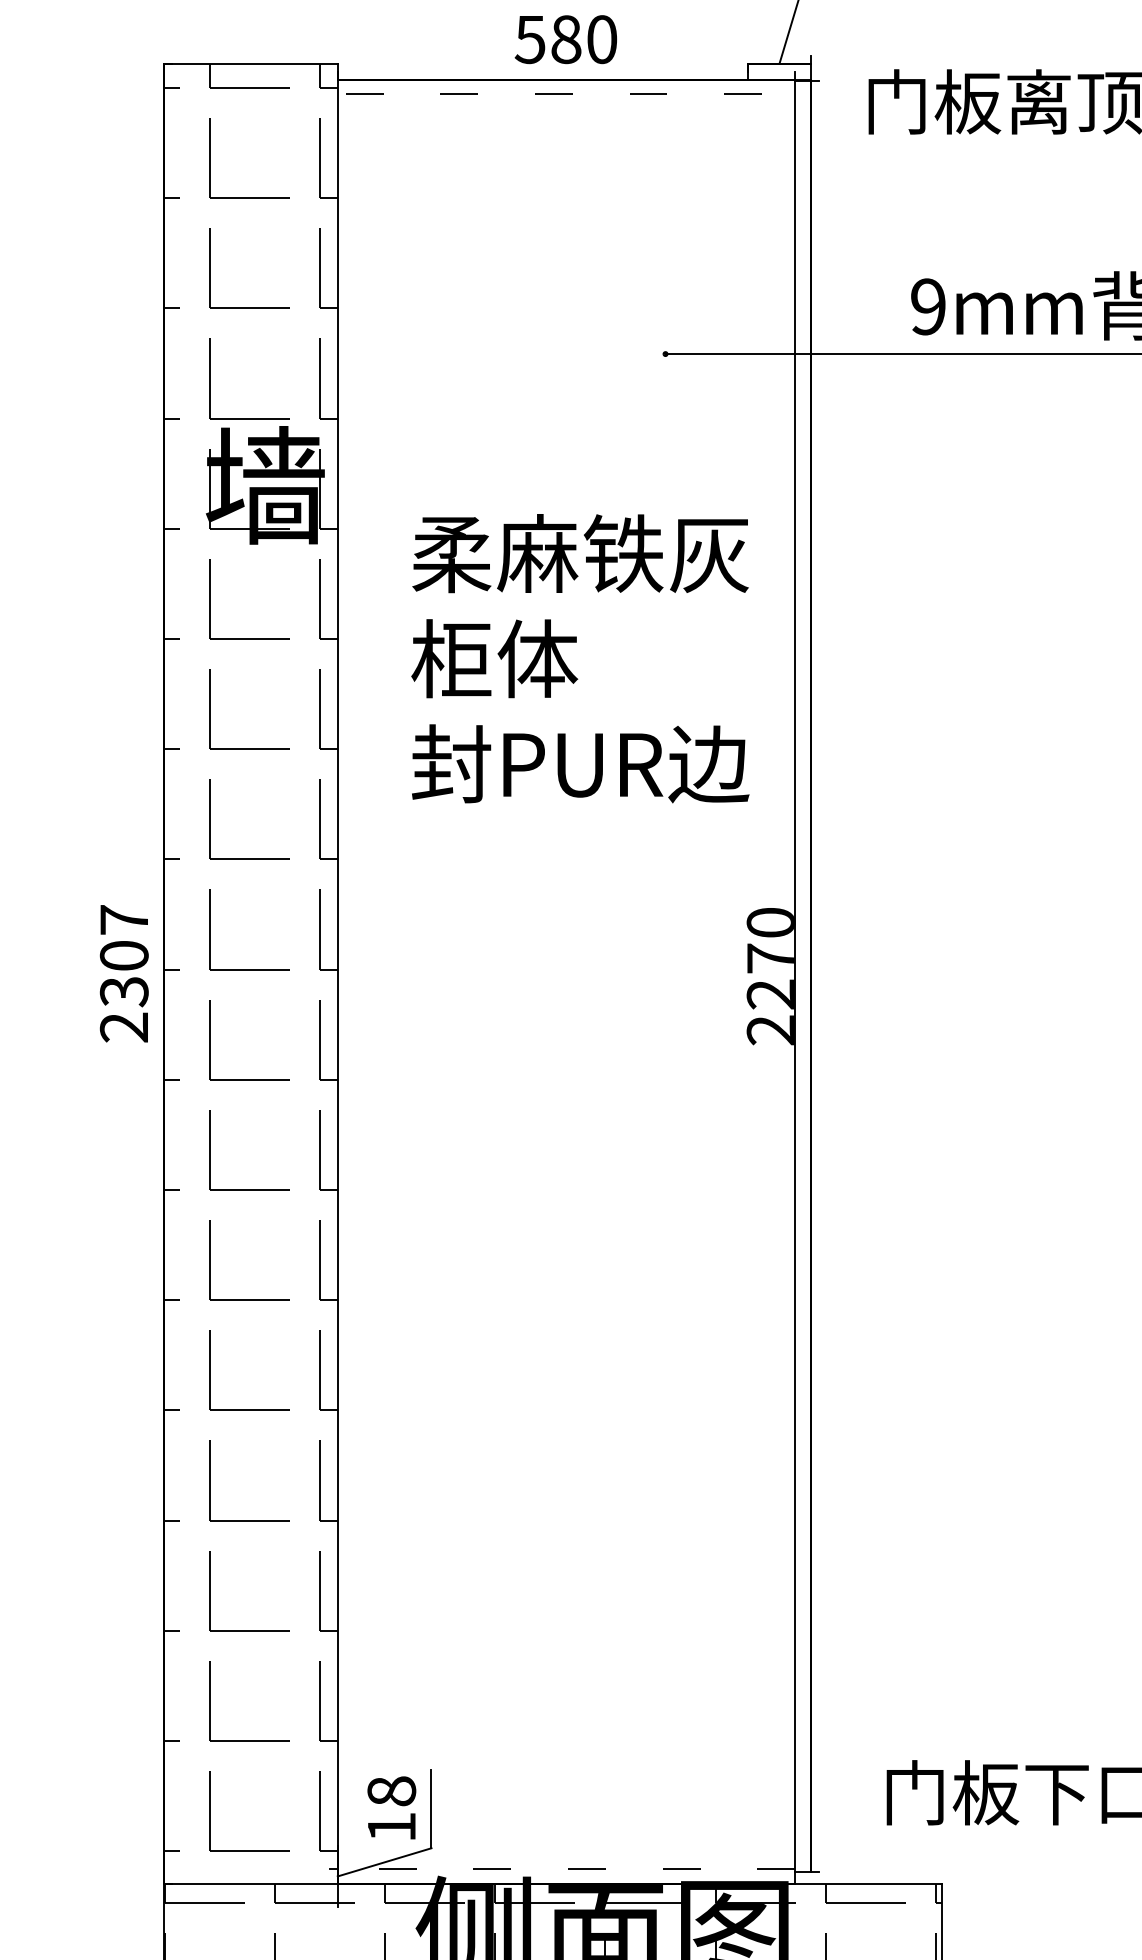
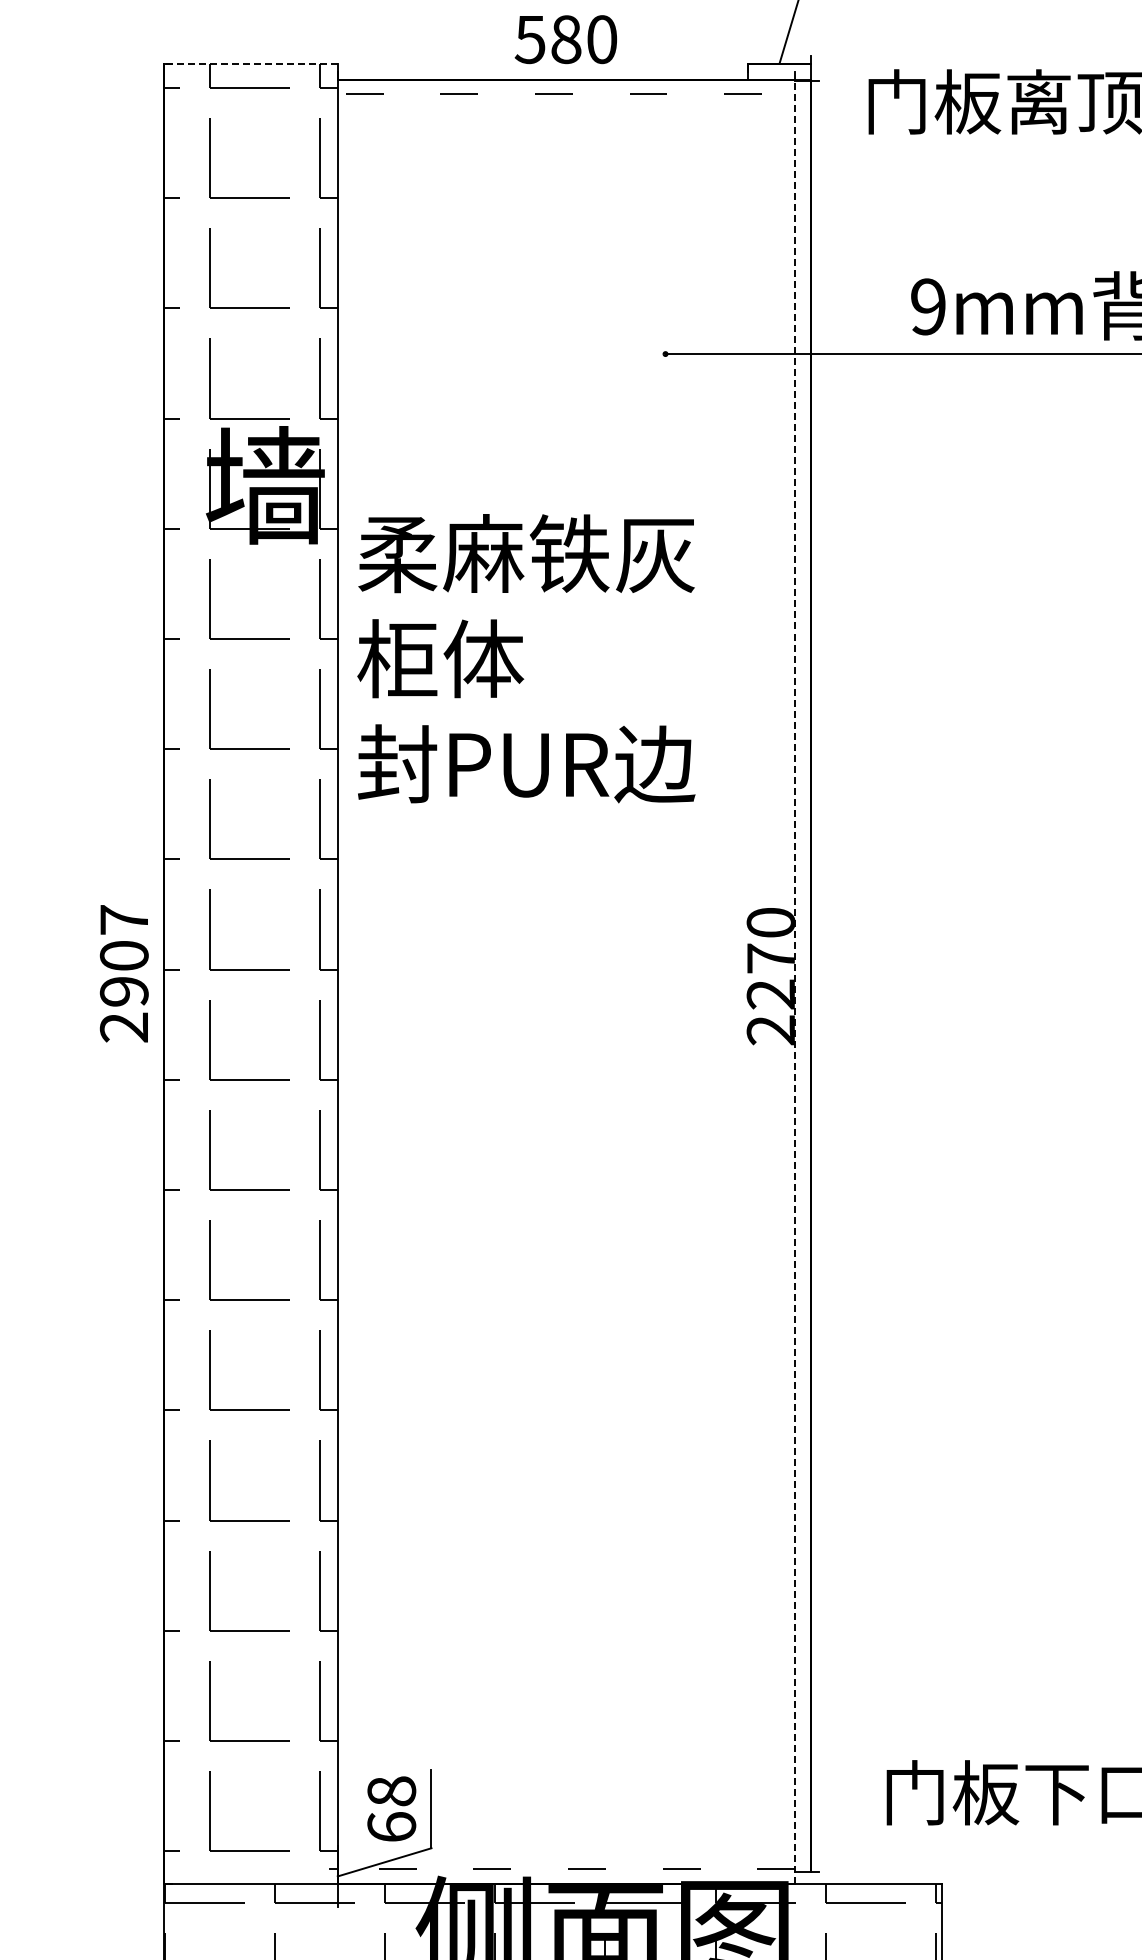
line at (251, 63): solid -> dashed
text at (580, 658) position: (580, 658) -> (526, 658)
line at (795, 981): solid -> dashed
text at (124, 992): 2307 -> 2907
text at (391, 1826): 18 -> 68
